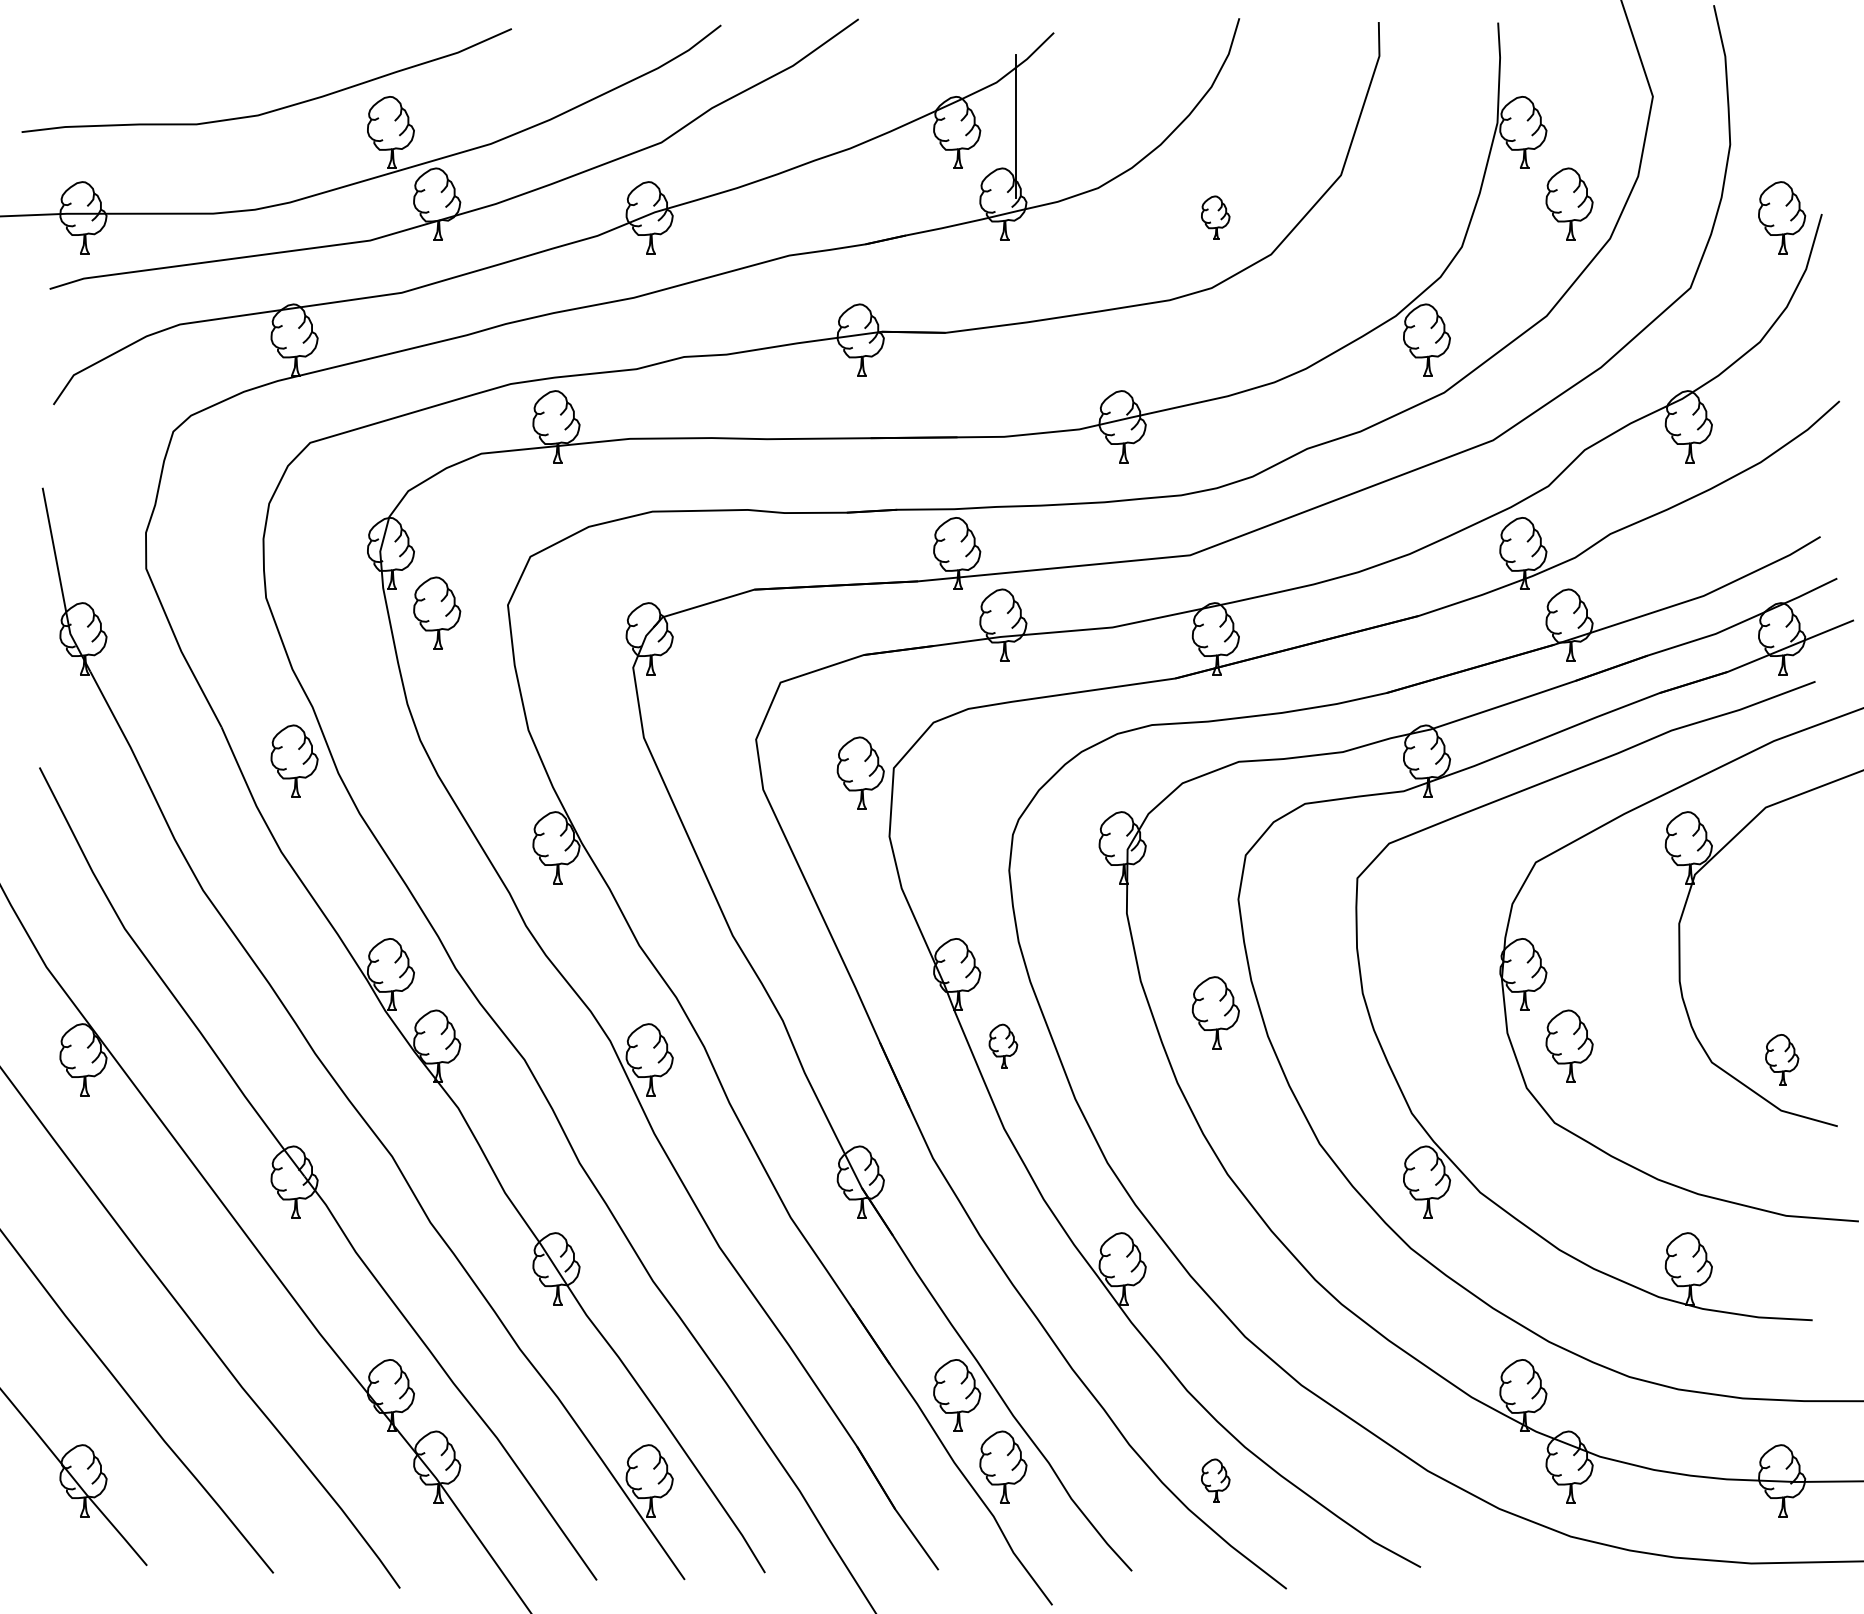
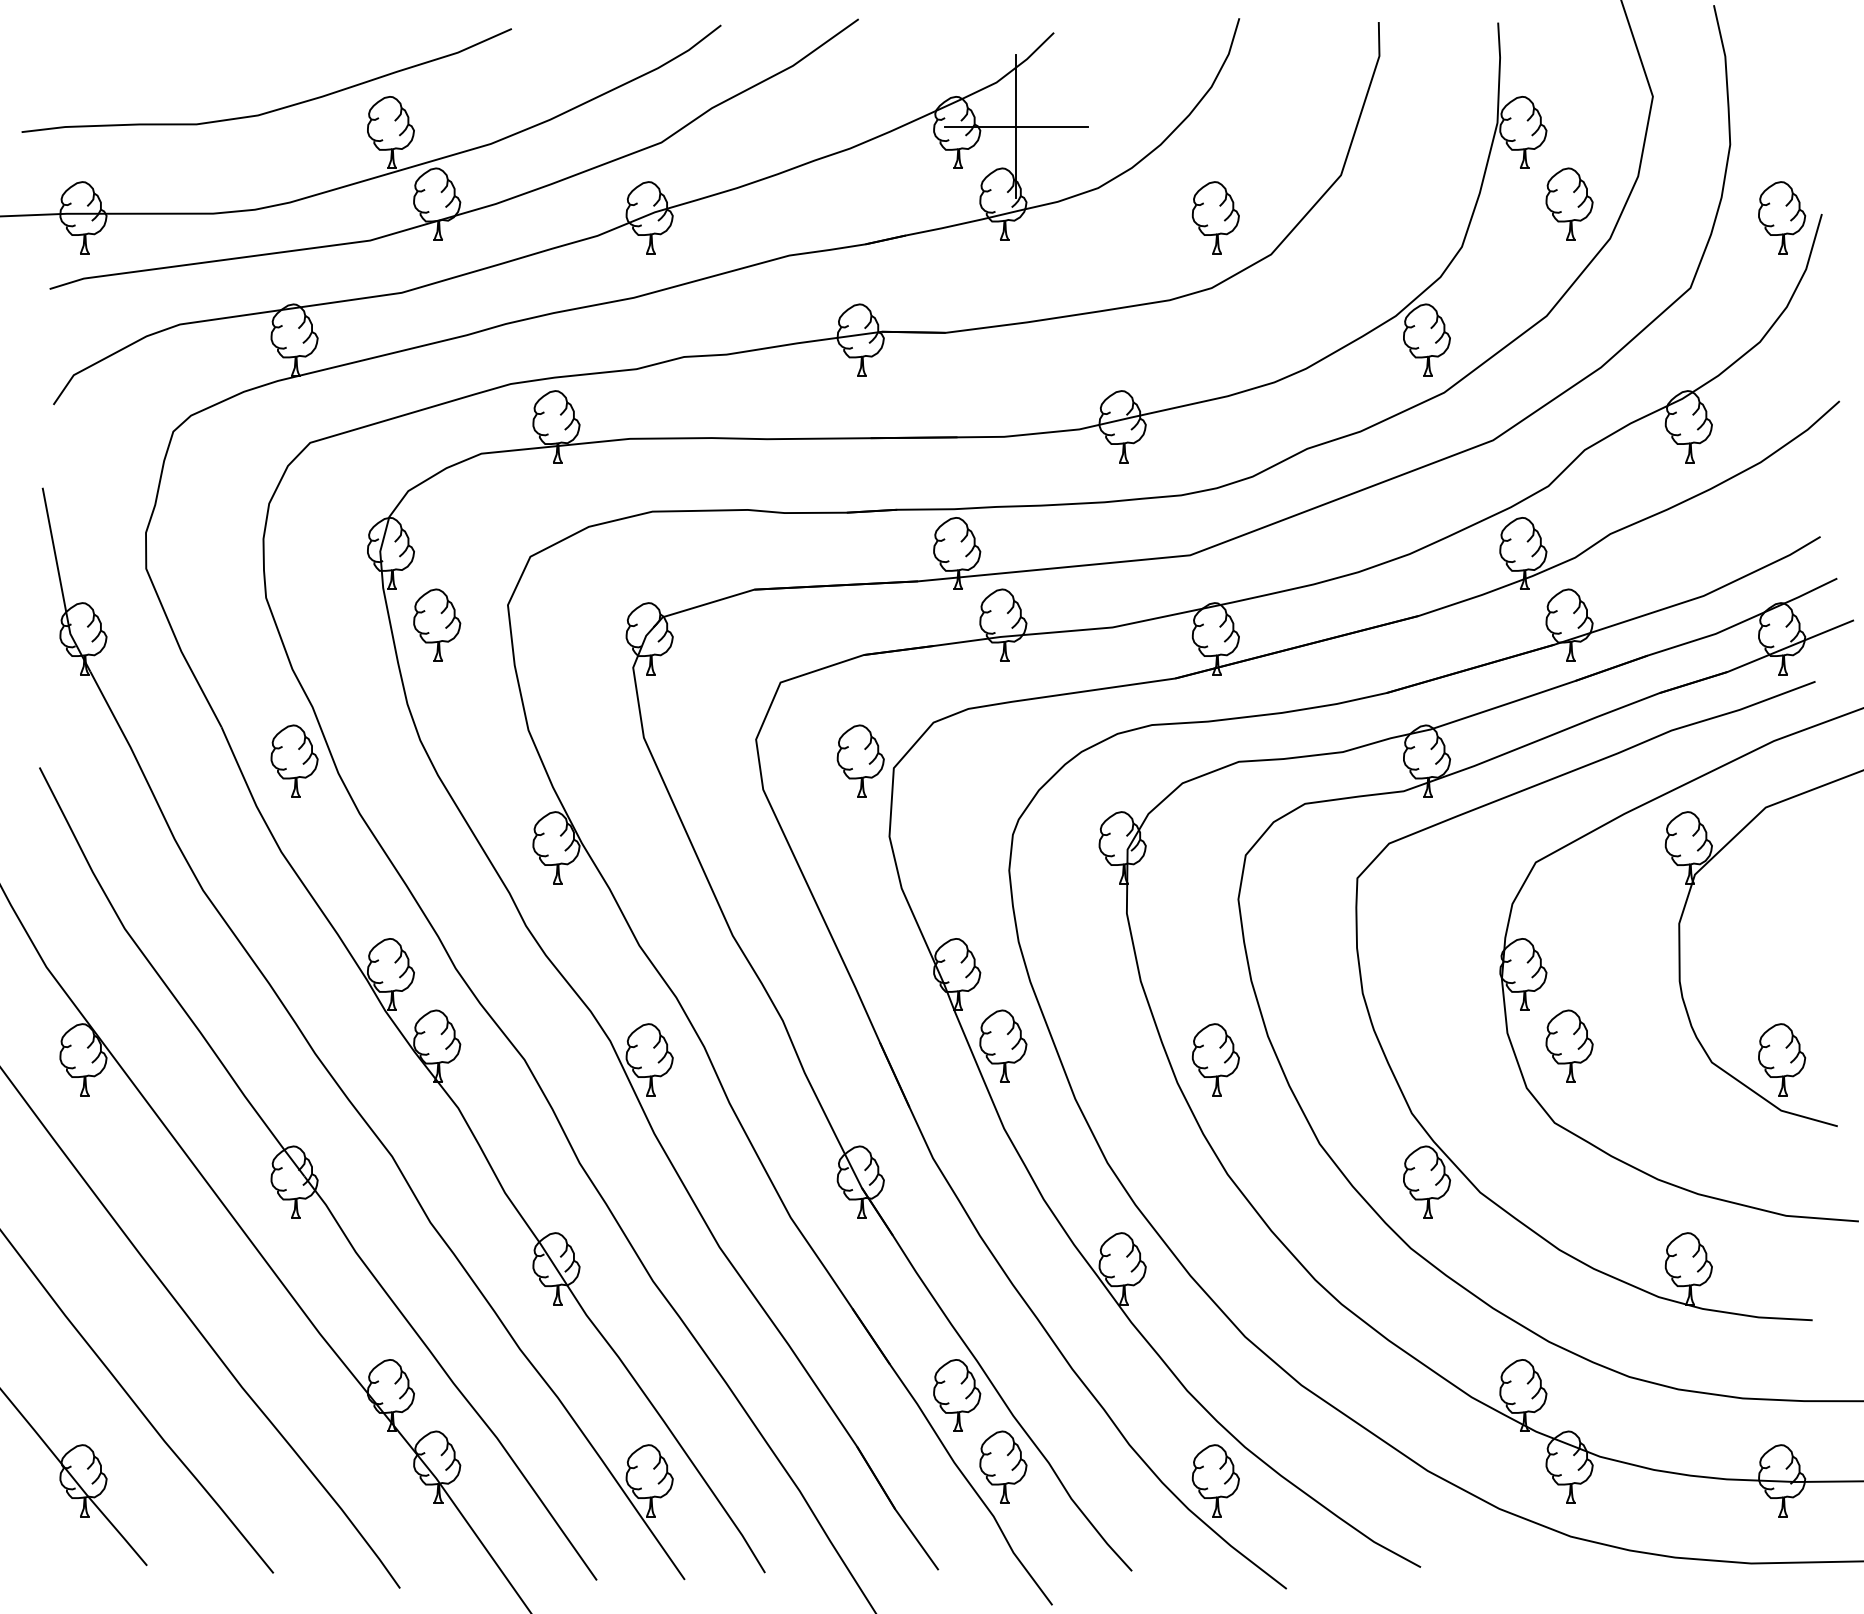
line at (1015, 126): none -> present
part at (1215, 217) size: 30x45 px -> 49x74 px
part at (437, 612) position: (437, 612) -> (437, 624)
part at (860, 772) position: (860, 772) -> (860, 760)
part at (1215, 1012) position: (1215, 1012) -> (1215, 1059)
part at (1003, 1045) size: 31x46 px -> 49x74 px
part at (1782, 1059) size: 35x52 px -> 49x74 px
part at (1215, 1480) size: 30x45 px -> 49x74 px
